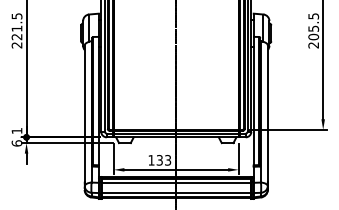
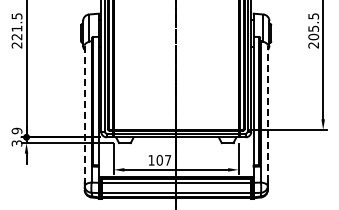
line at (267, 113): solid -> dashed
line at (84, 114): solid -> dashed
text at (16, 136): 6.1 -> 3.9
text at (163, 160): 133 -> 107
